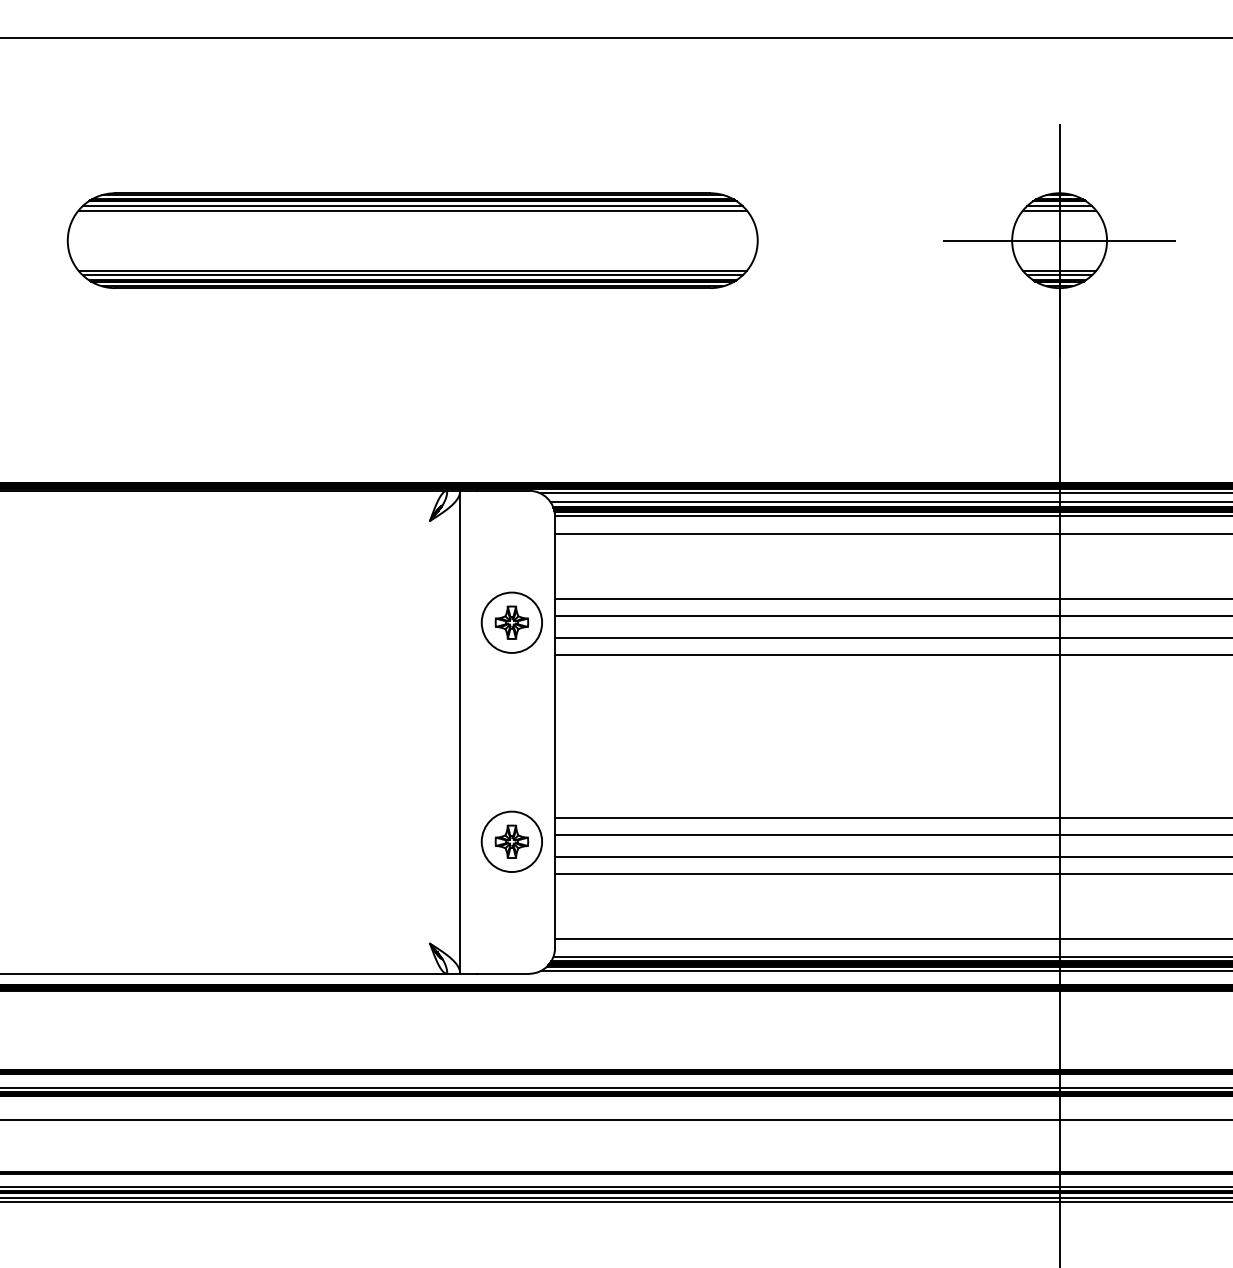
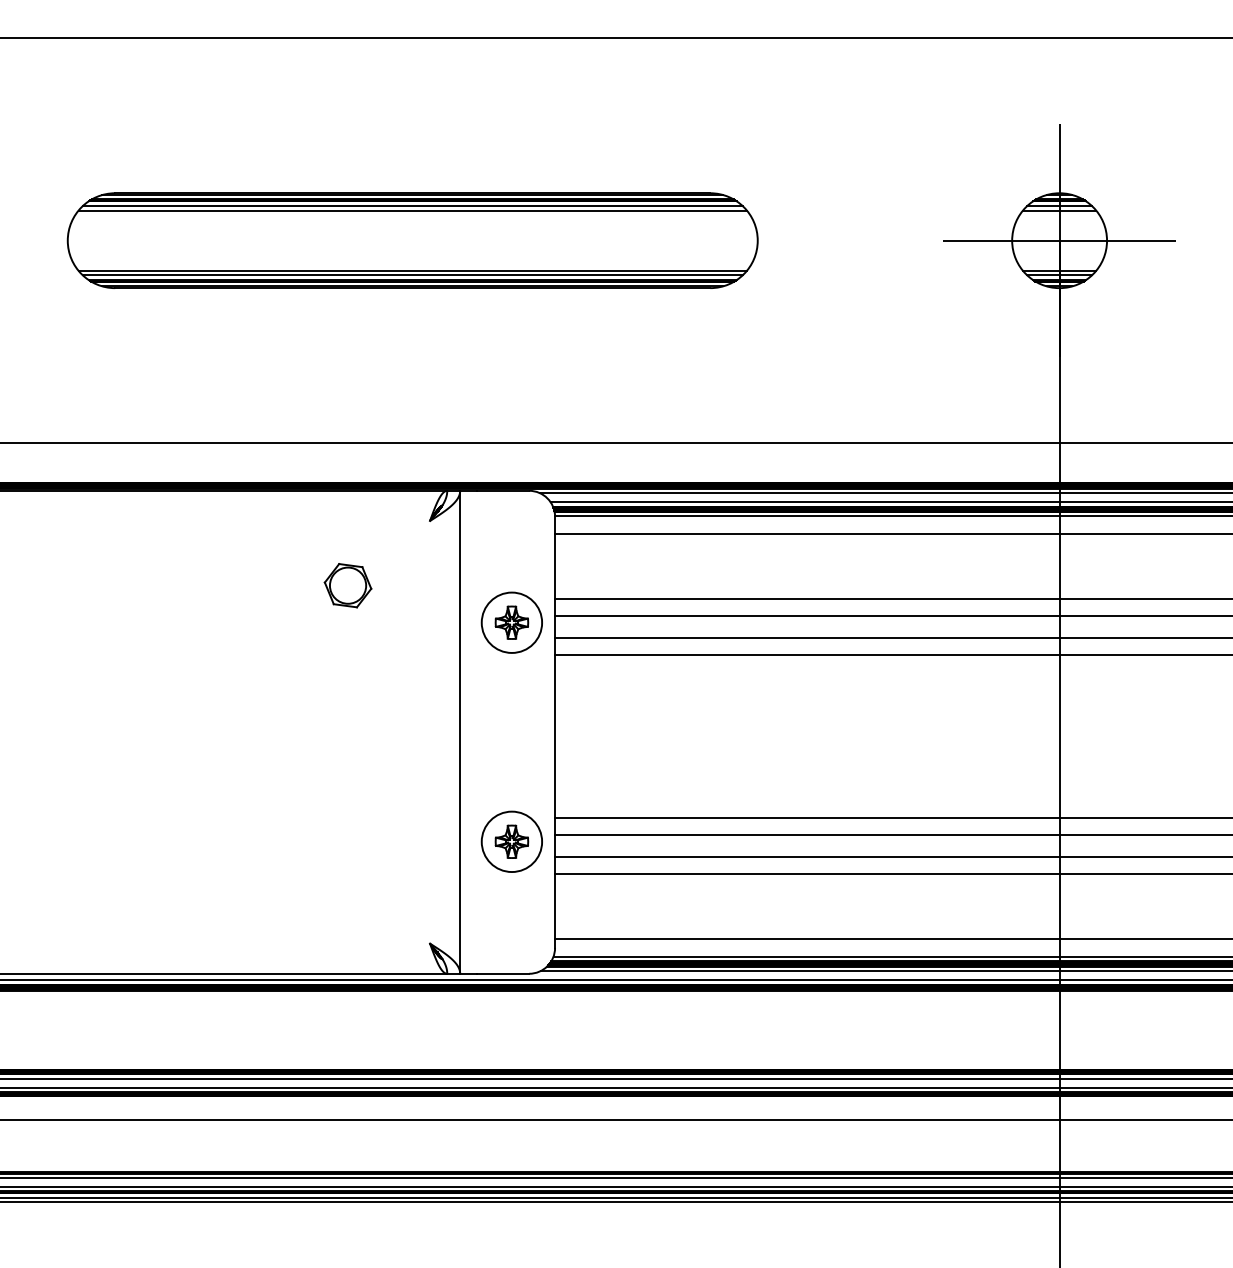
line at (615, 443): none -> present
part at (347, 585): none -> present
line at (615, 980): none -> present
line at (615, 1078): none -> present
line at (615, 1177): none -> present
